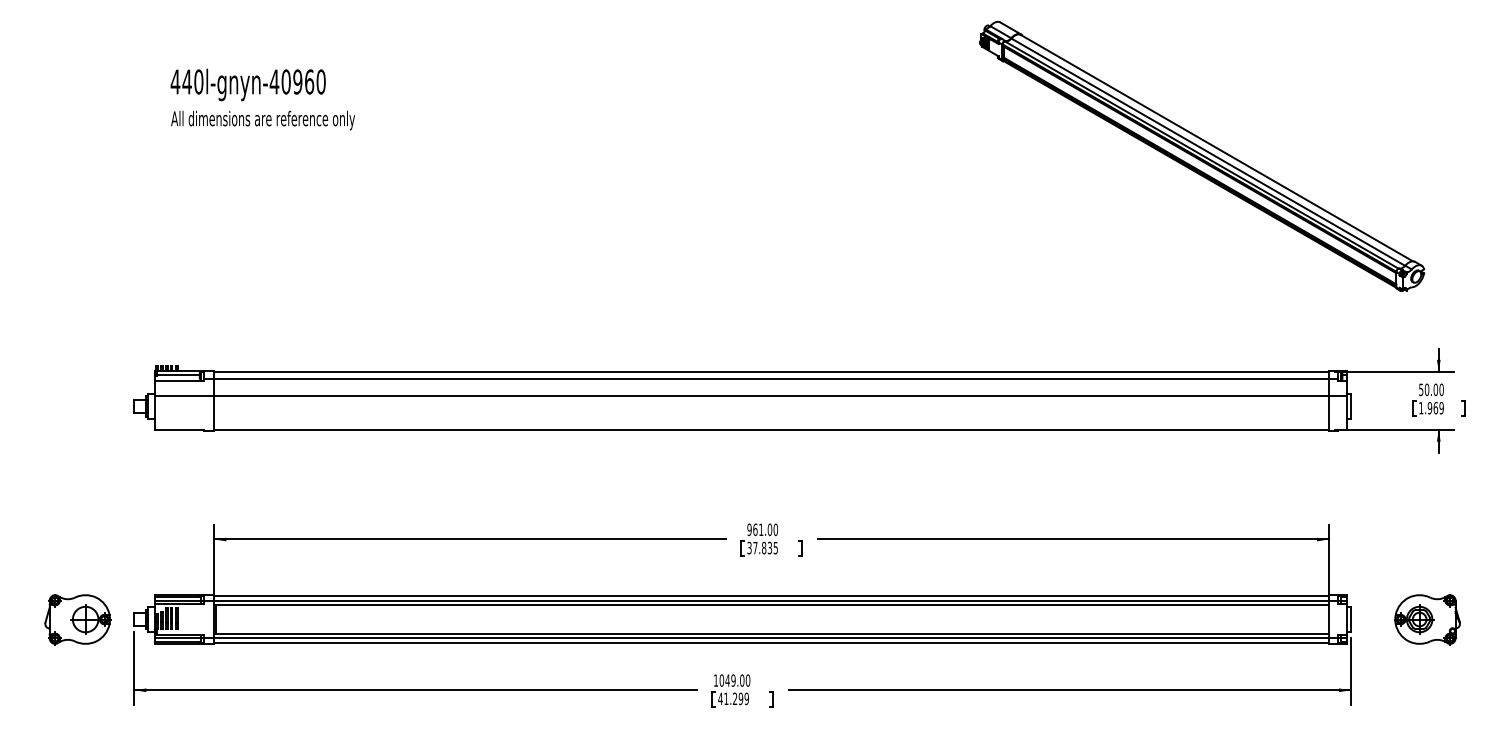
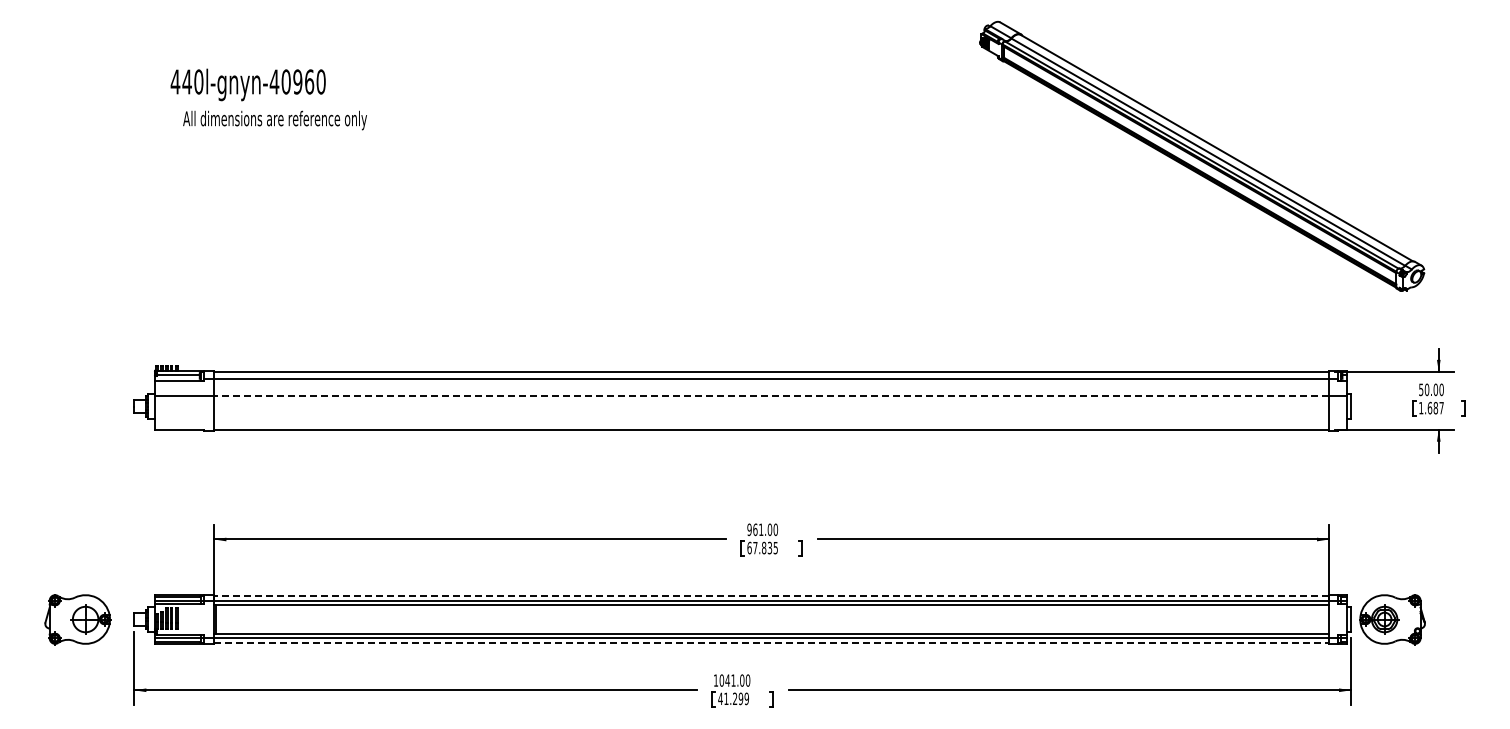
text at (262, 120) position: (262, 120) -> (274, 120)
line at (771, 396): solid -> dashed
text at (1435, 407): 1.969 -> 1.687
text at (749, 547): 37.835 -> 67.835
line at (771, 596): solid -> dashed
part at (1427, 619) position: (1427, 619) -> (1392, 619)
line at (772, 642): solid -> dashed
text at (733, 680): 1049.00 -> 1041.00
